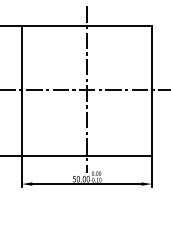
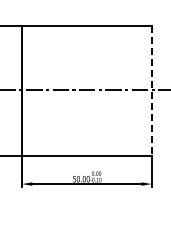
line at (86, 89): present -> none
line at (151, 90): solid -> dashed
